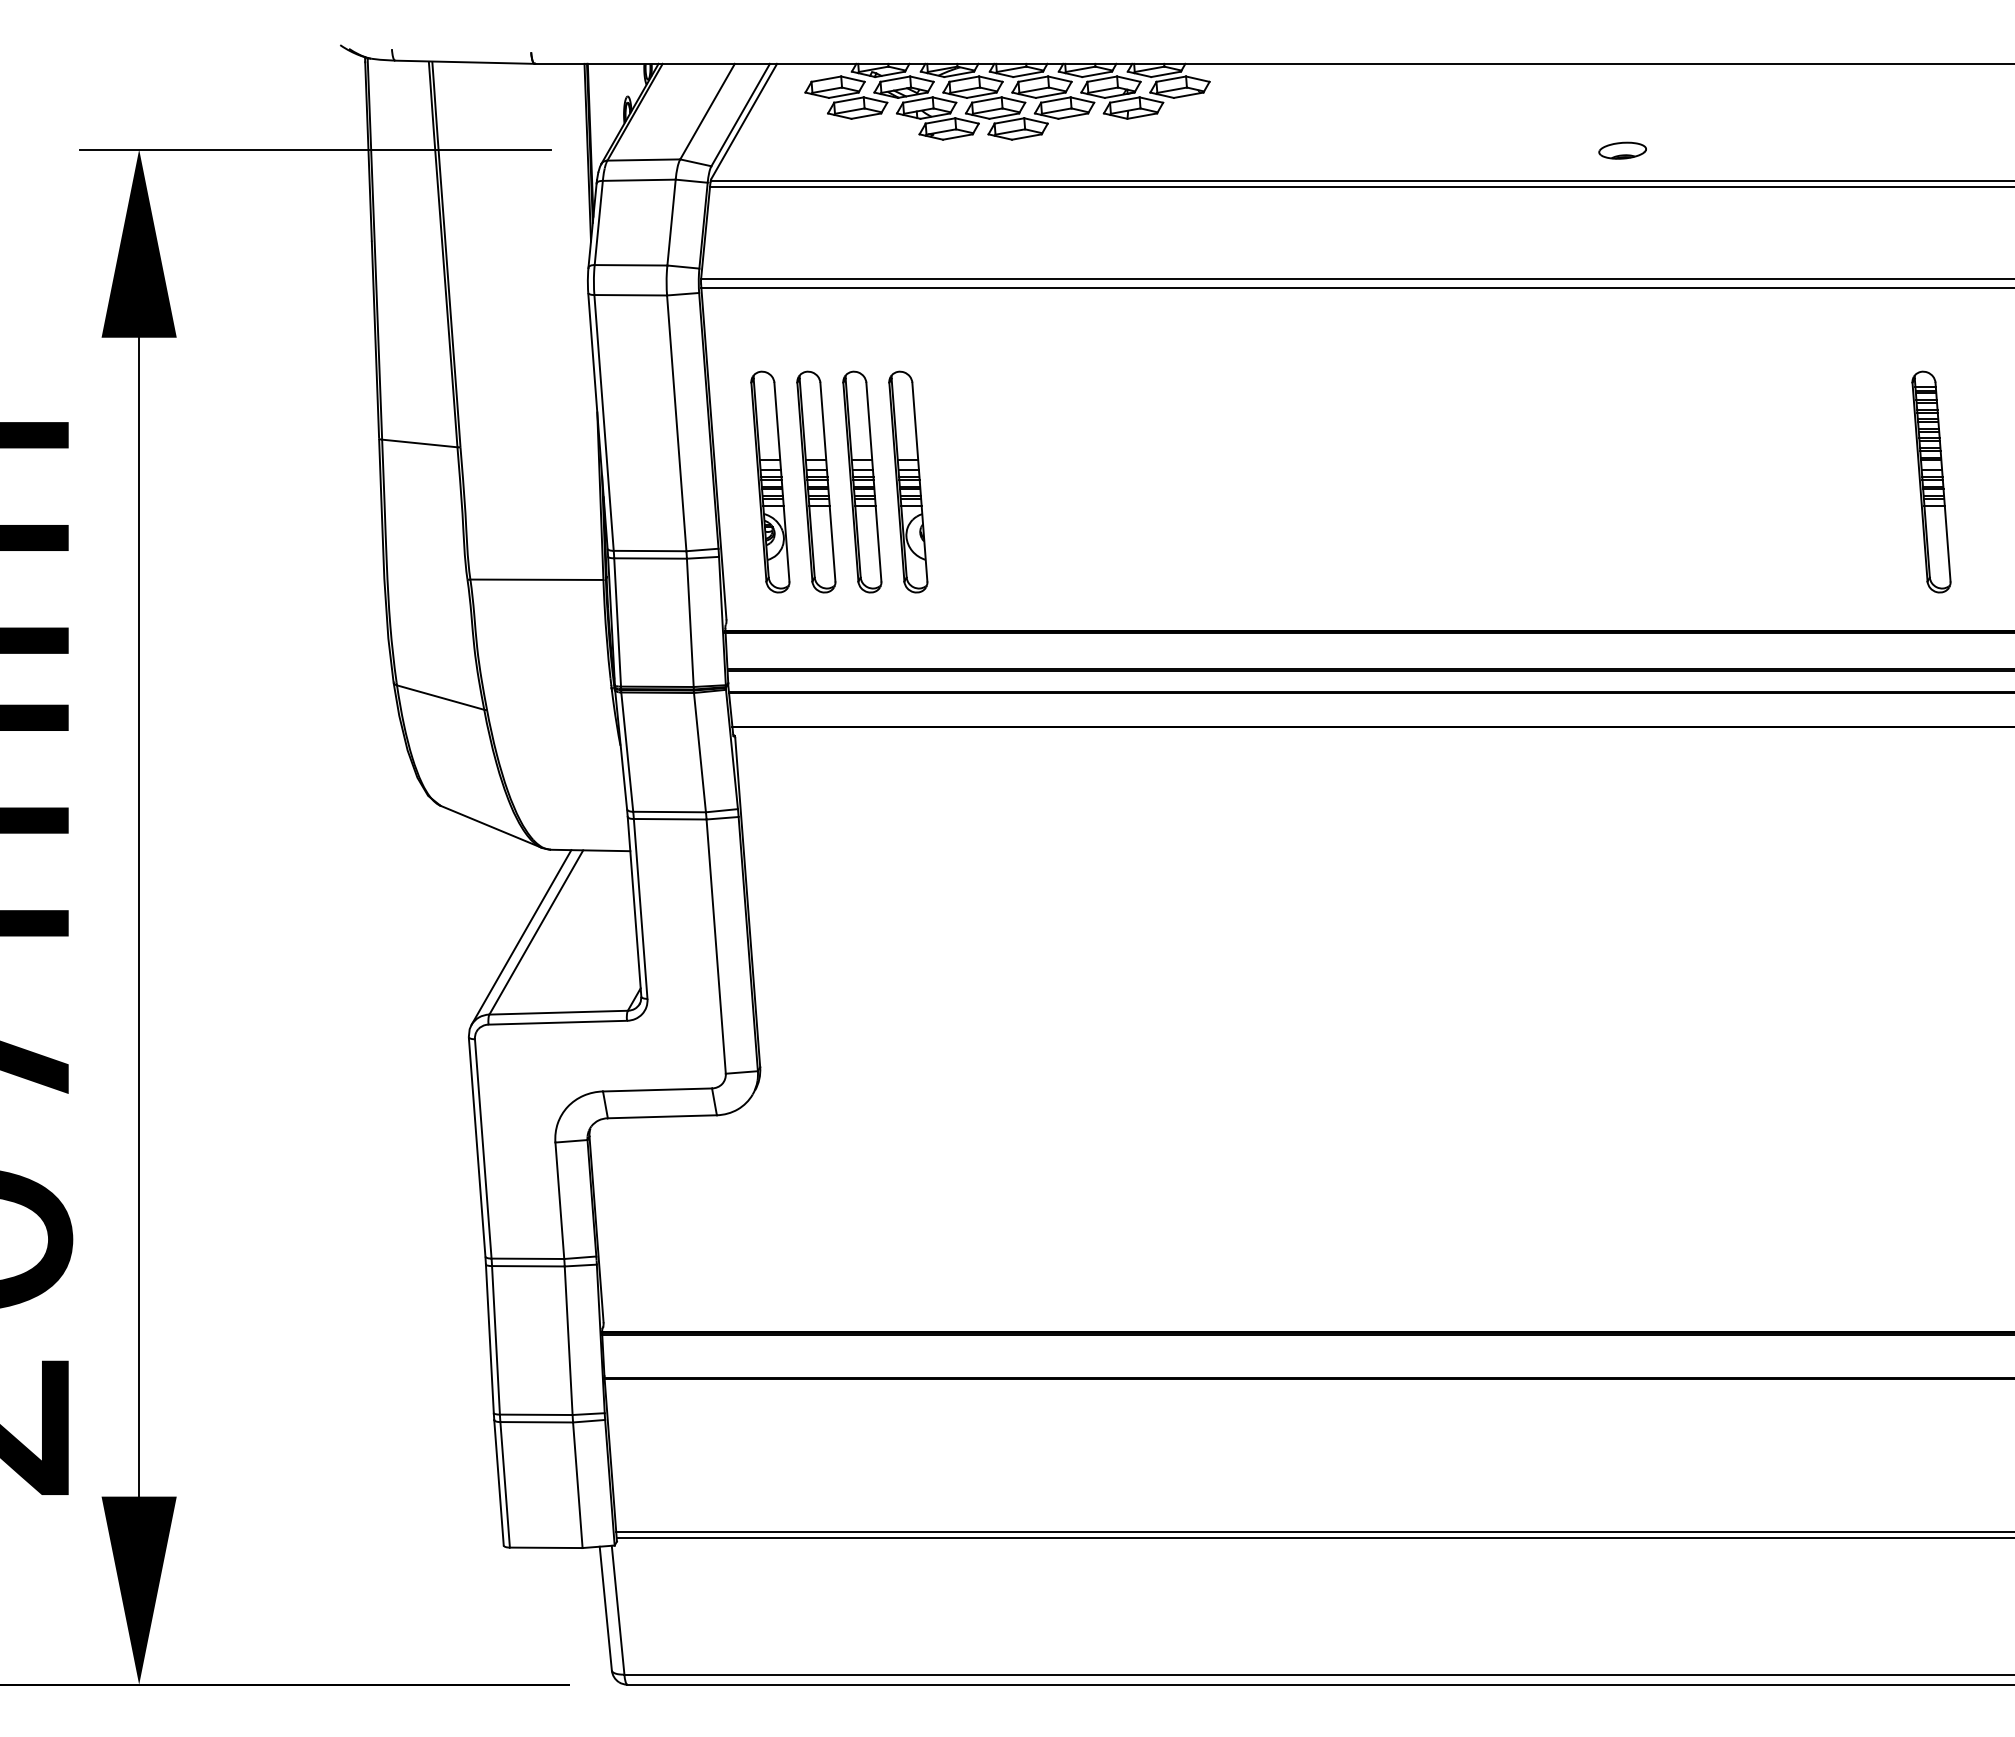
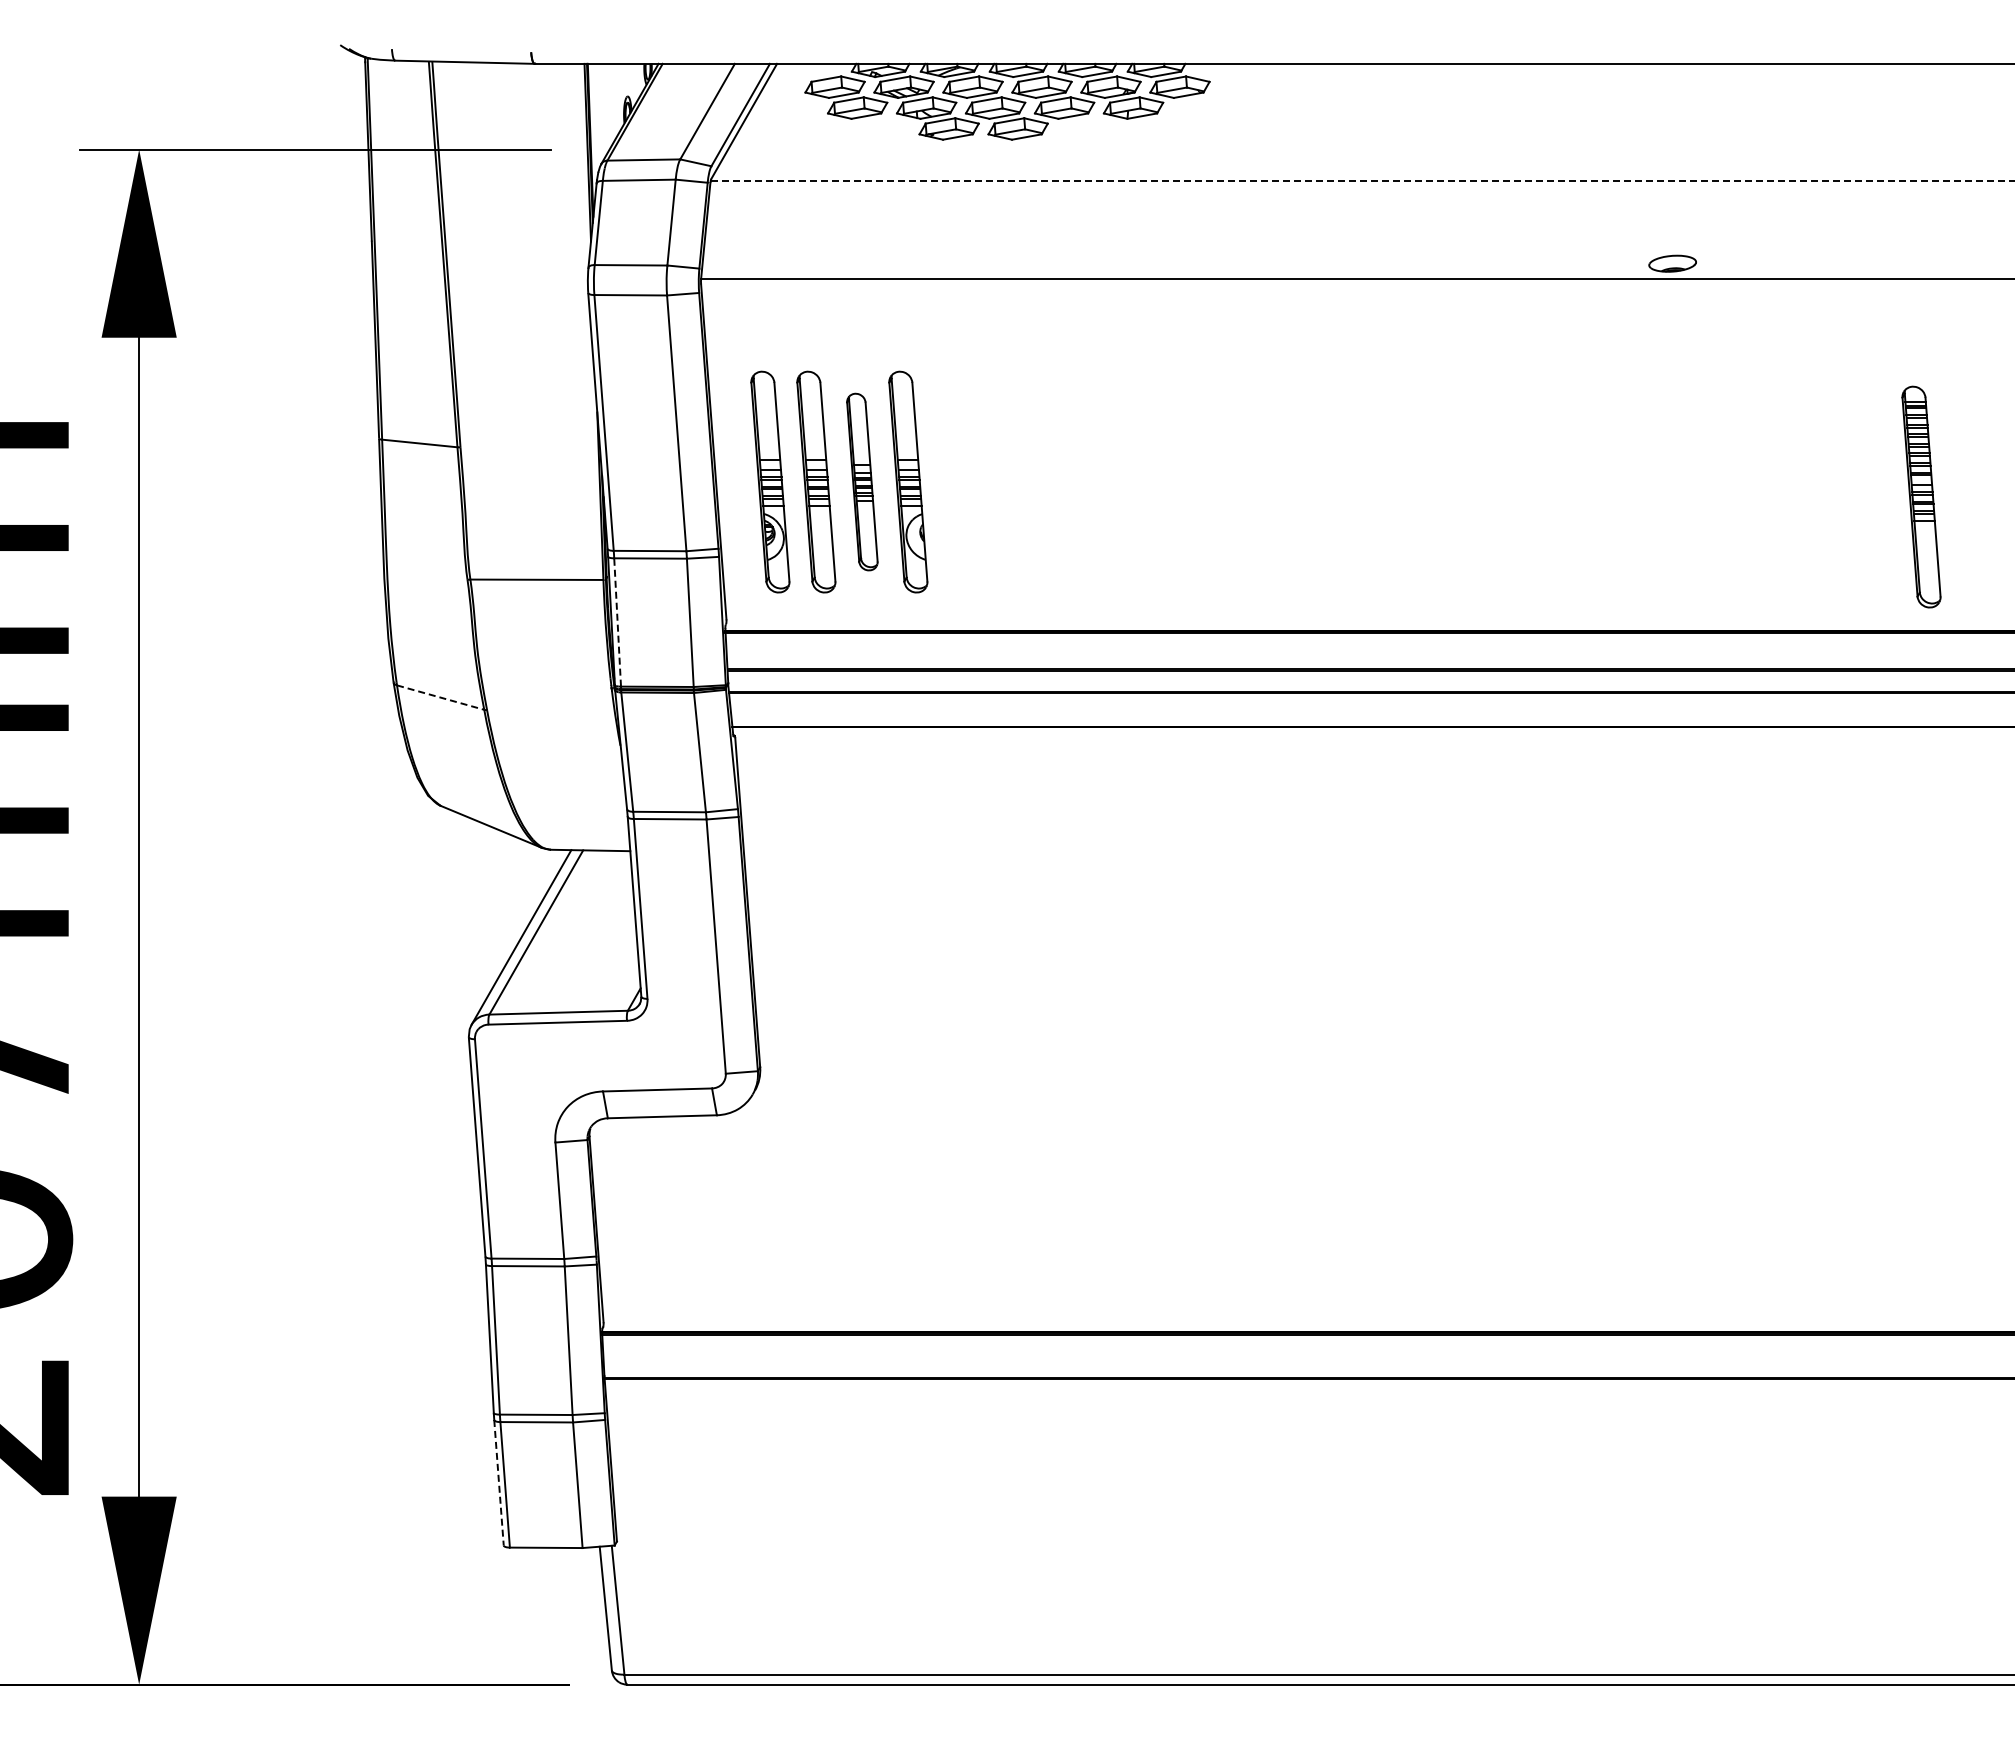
part at (1622, 150) position: (1622, 150) -> (1672, 263)
line at (1362, 181): solid -> dashed
line at (1360, 187): present -> none
line at (1356, 287): present -> none
part at (862, 481) size: 41x224 px -> 33x180 px
part at (1931, 481) position: (1931, 481) -> (1921, 496)
line at (617, 621): solid -> dashed
line at (441, 697): solid -> dashed
line at (499, 1482): solid -> dashed
line at (1313, 1532): present -> none
line at (1313, 1537): present -> none
